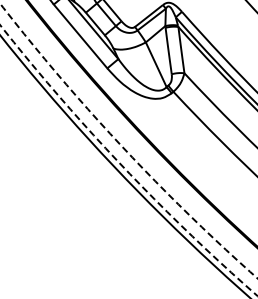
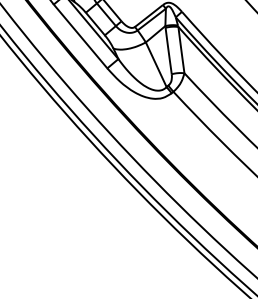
arc at (122, 146): dashed -> solid
arc at (122, 166): dashed -> solid
